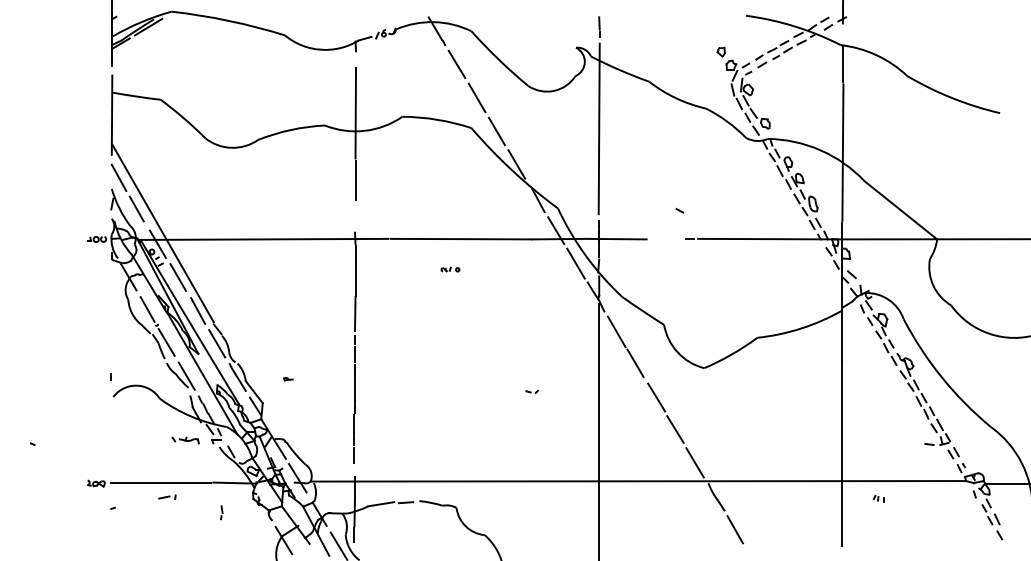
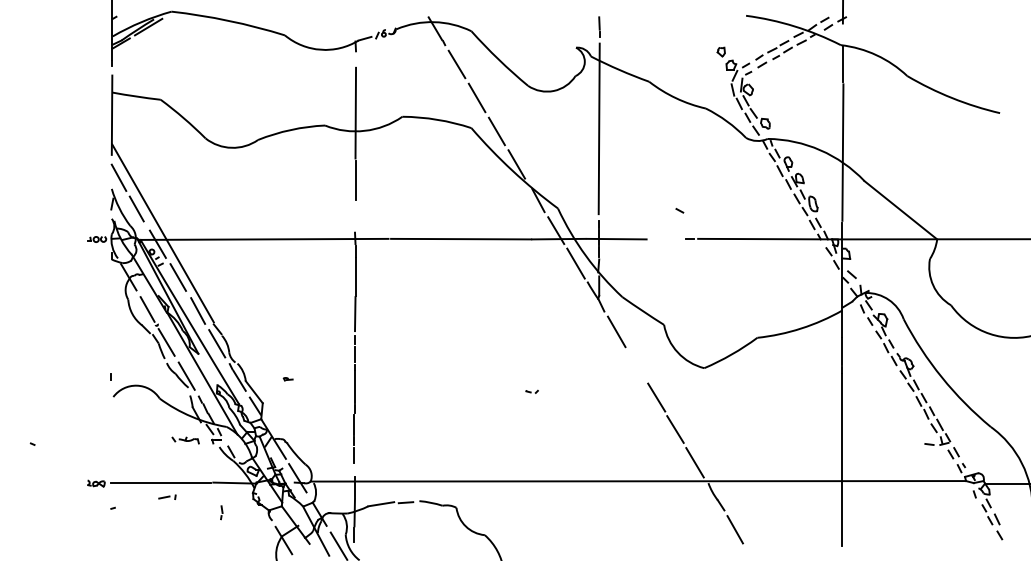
part at (450, 269): present -> none
line at (635, 362): present -> none
line at (599, 430): present -> none
part at (878, 498): present -> none
